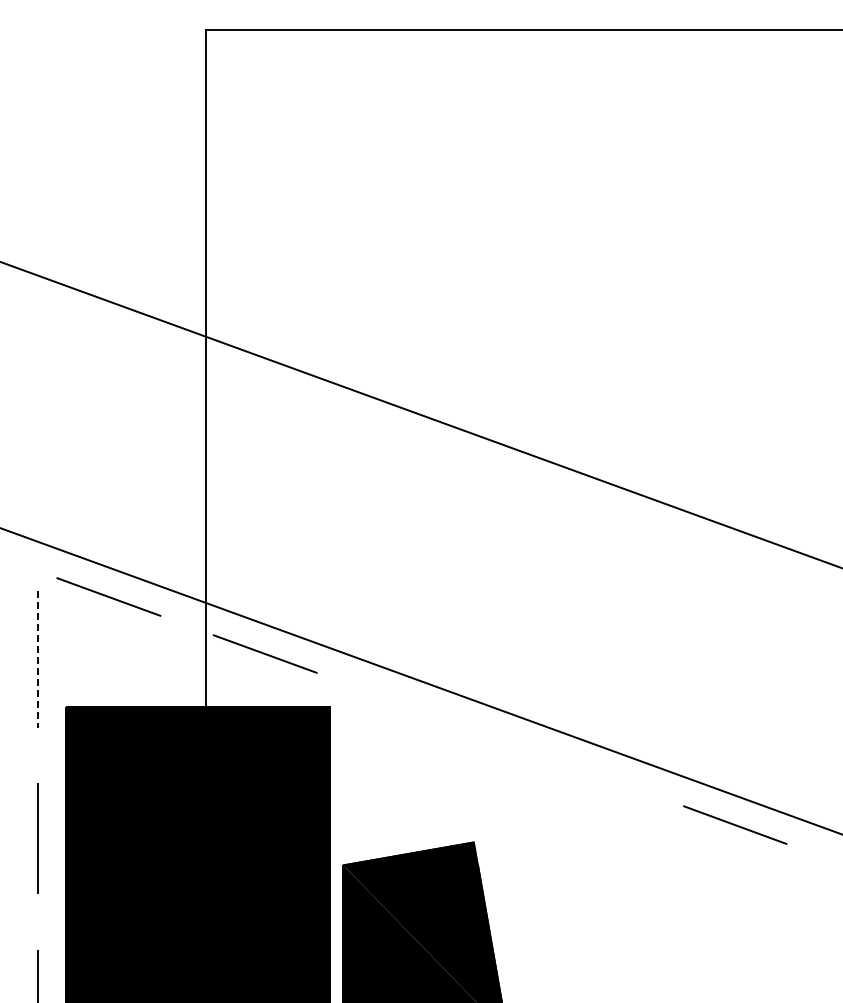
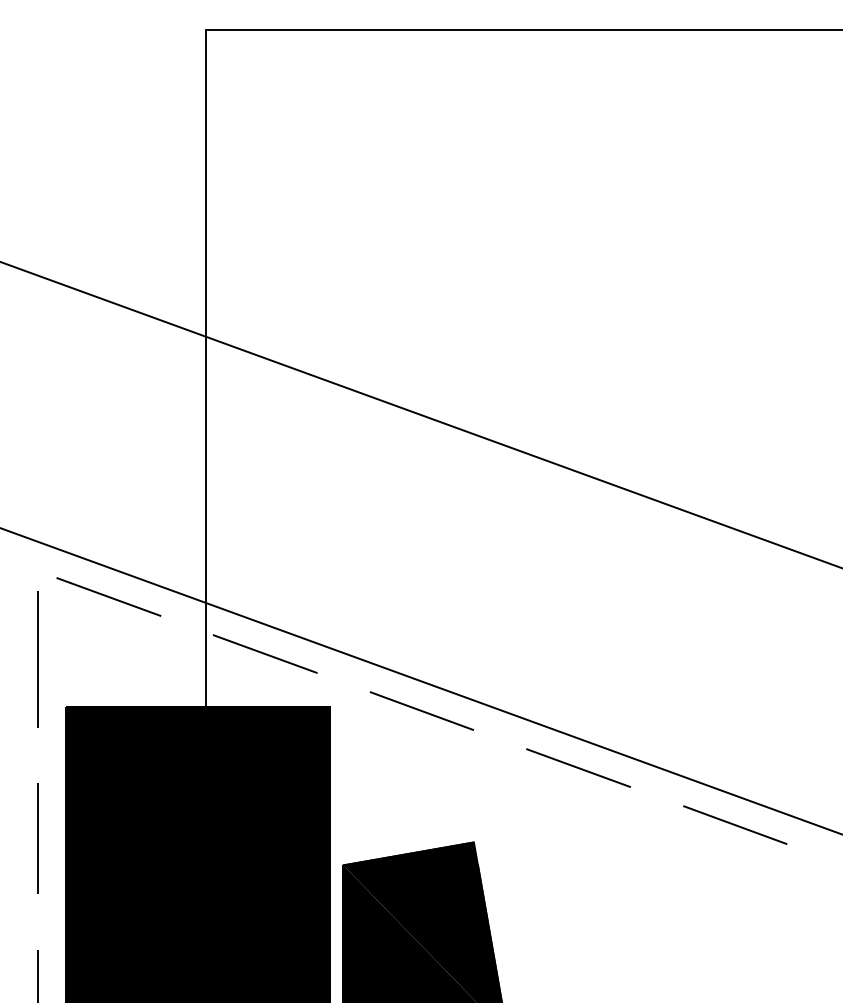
line at (38, 659): dashed -> solid
line at (421, 710): none -> present
line at (578, 767): none -> present
